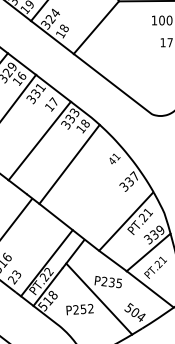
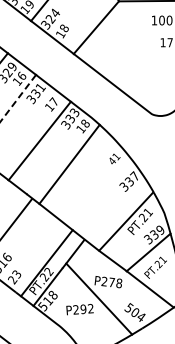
line at (18, 98): solid -> dashed
text at (115, 282): P235 -> P278
text at (83, 308): P252 -> P292
